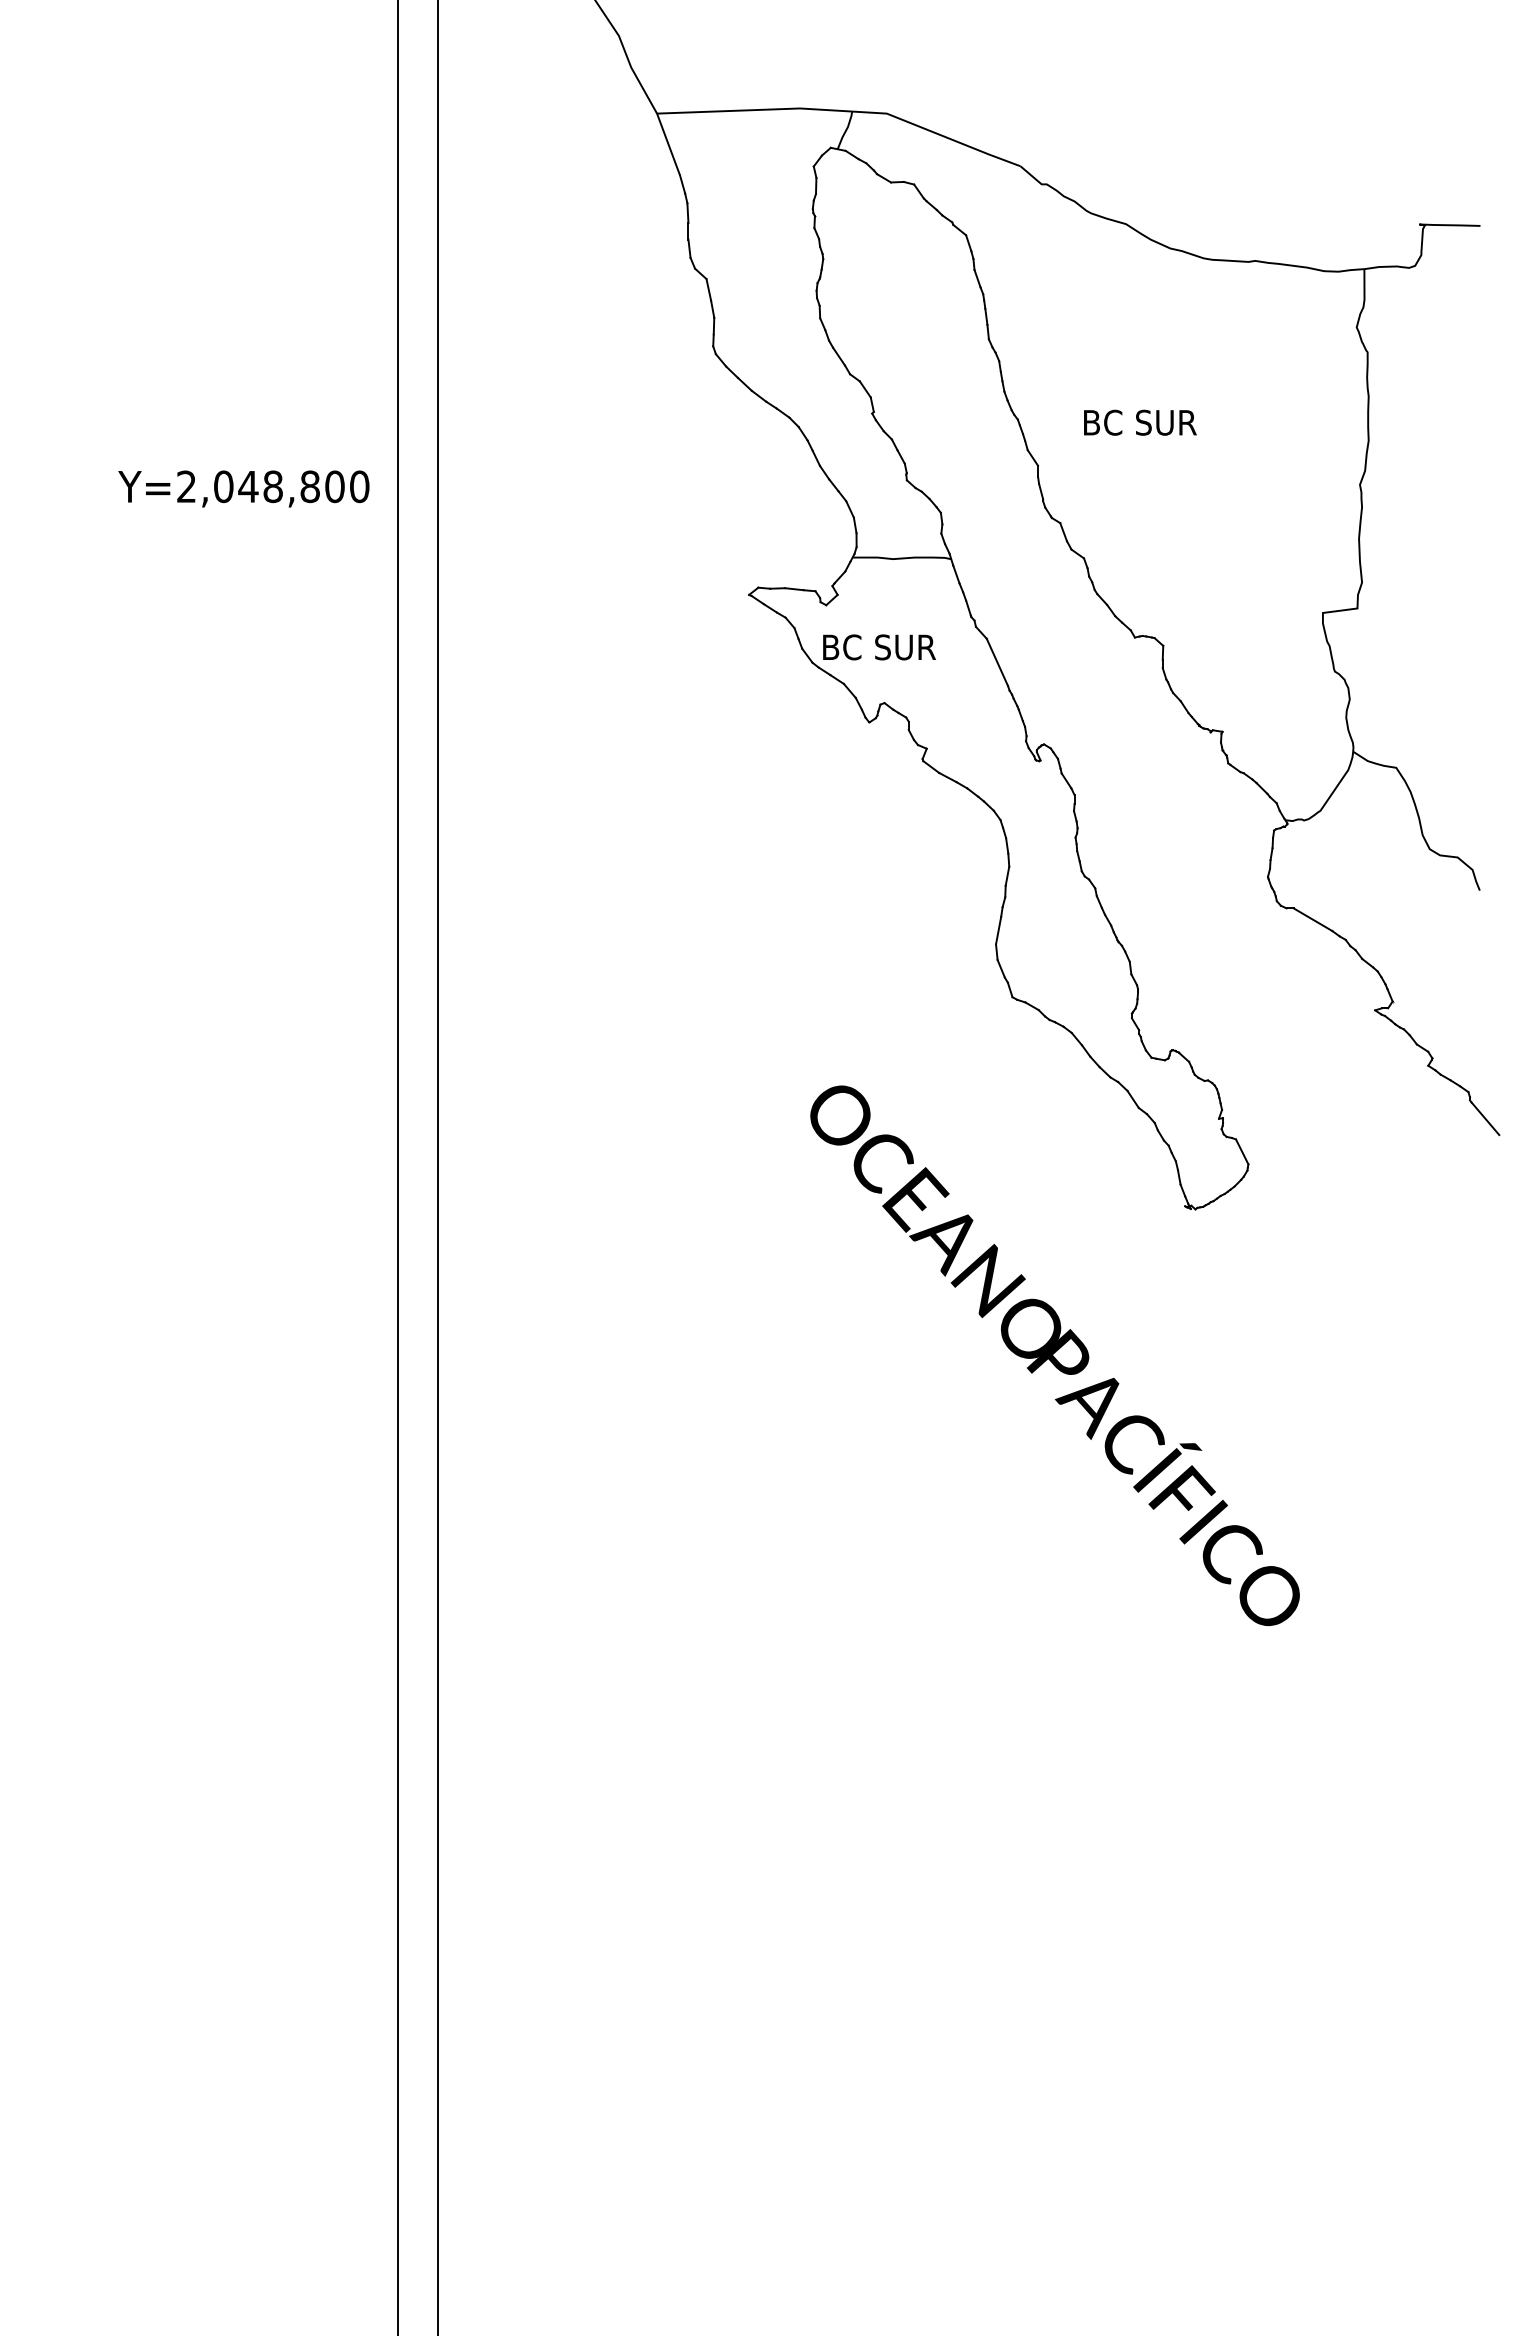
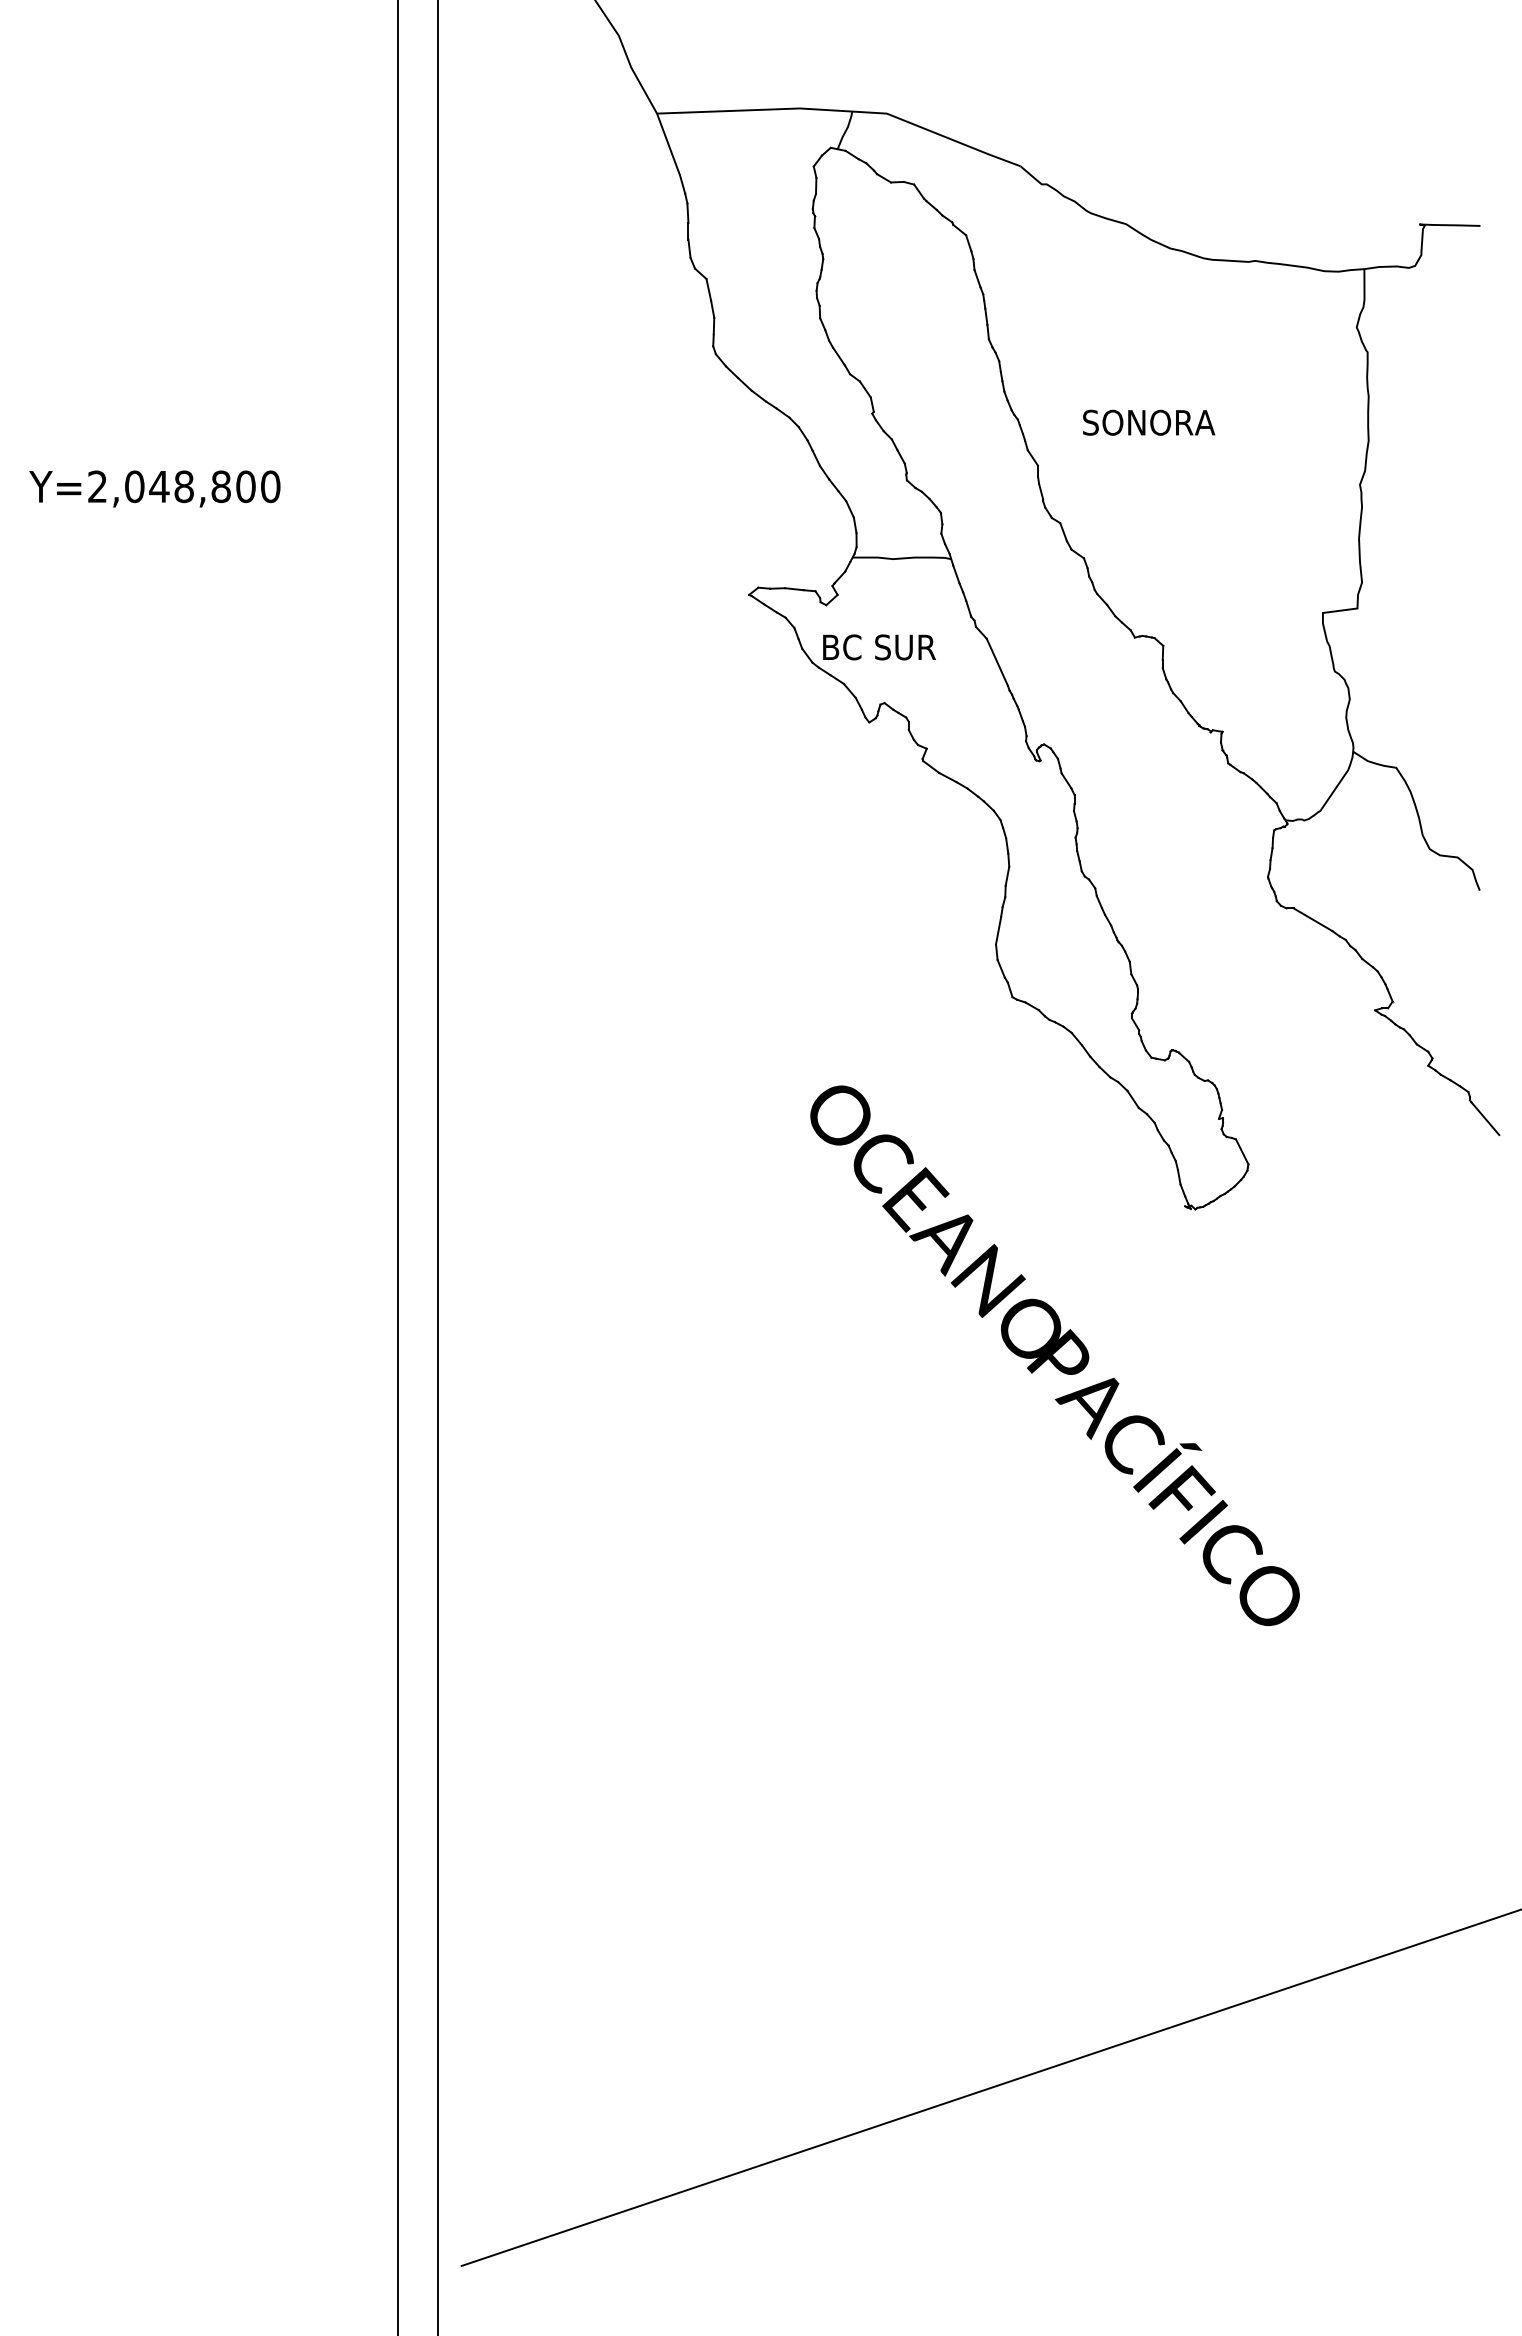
text at (1149, 422): BC SUR -> SONORA
text at (243, 488) position: (243, 488) -> (154, 488)
line at (989, 2087): none -> present
